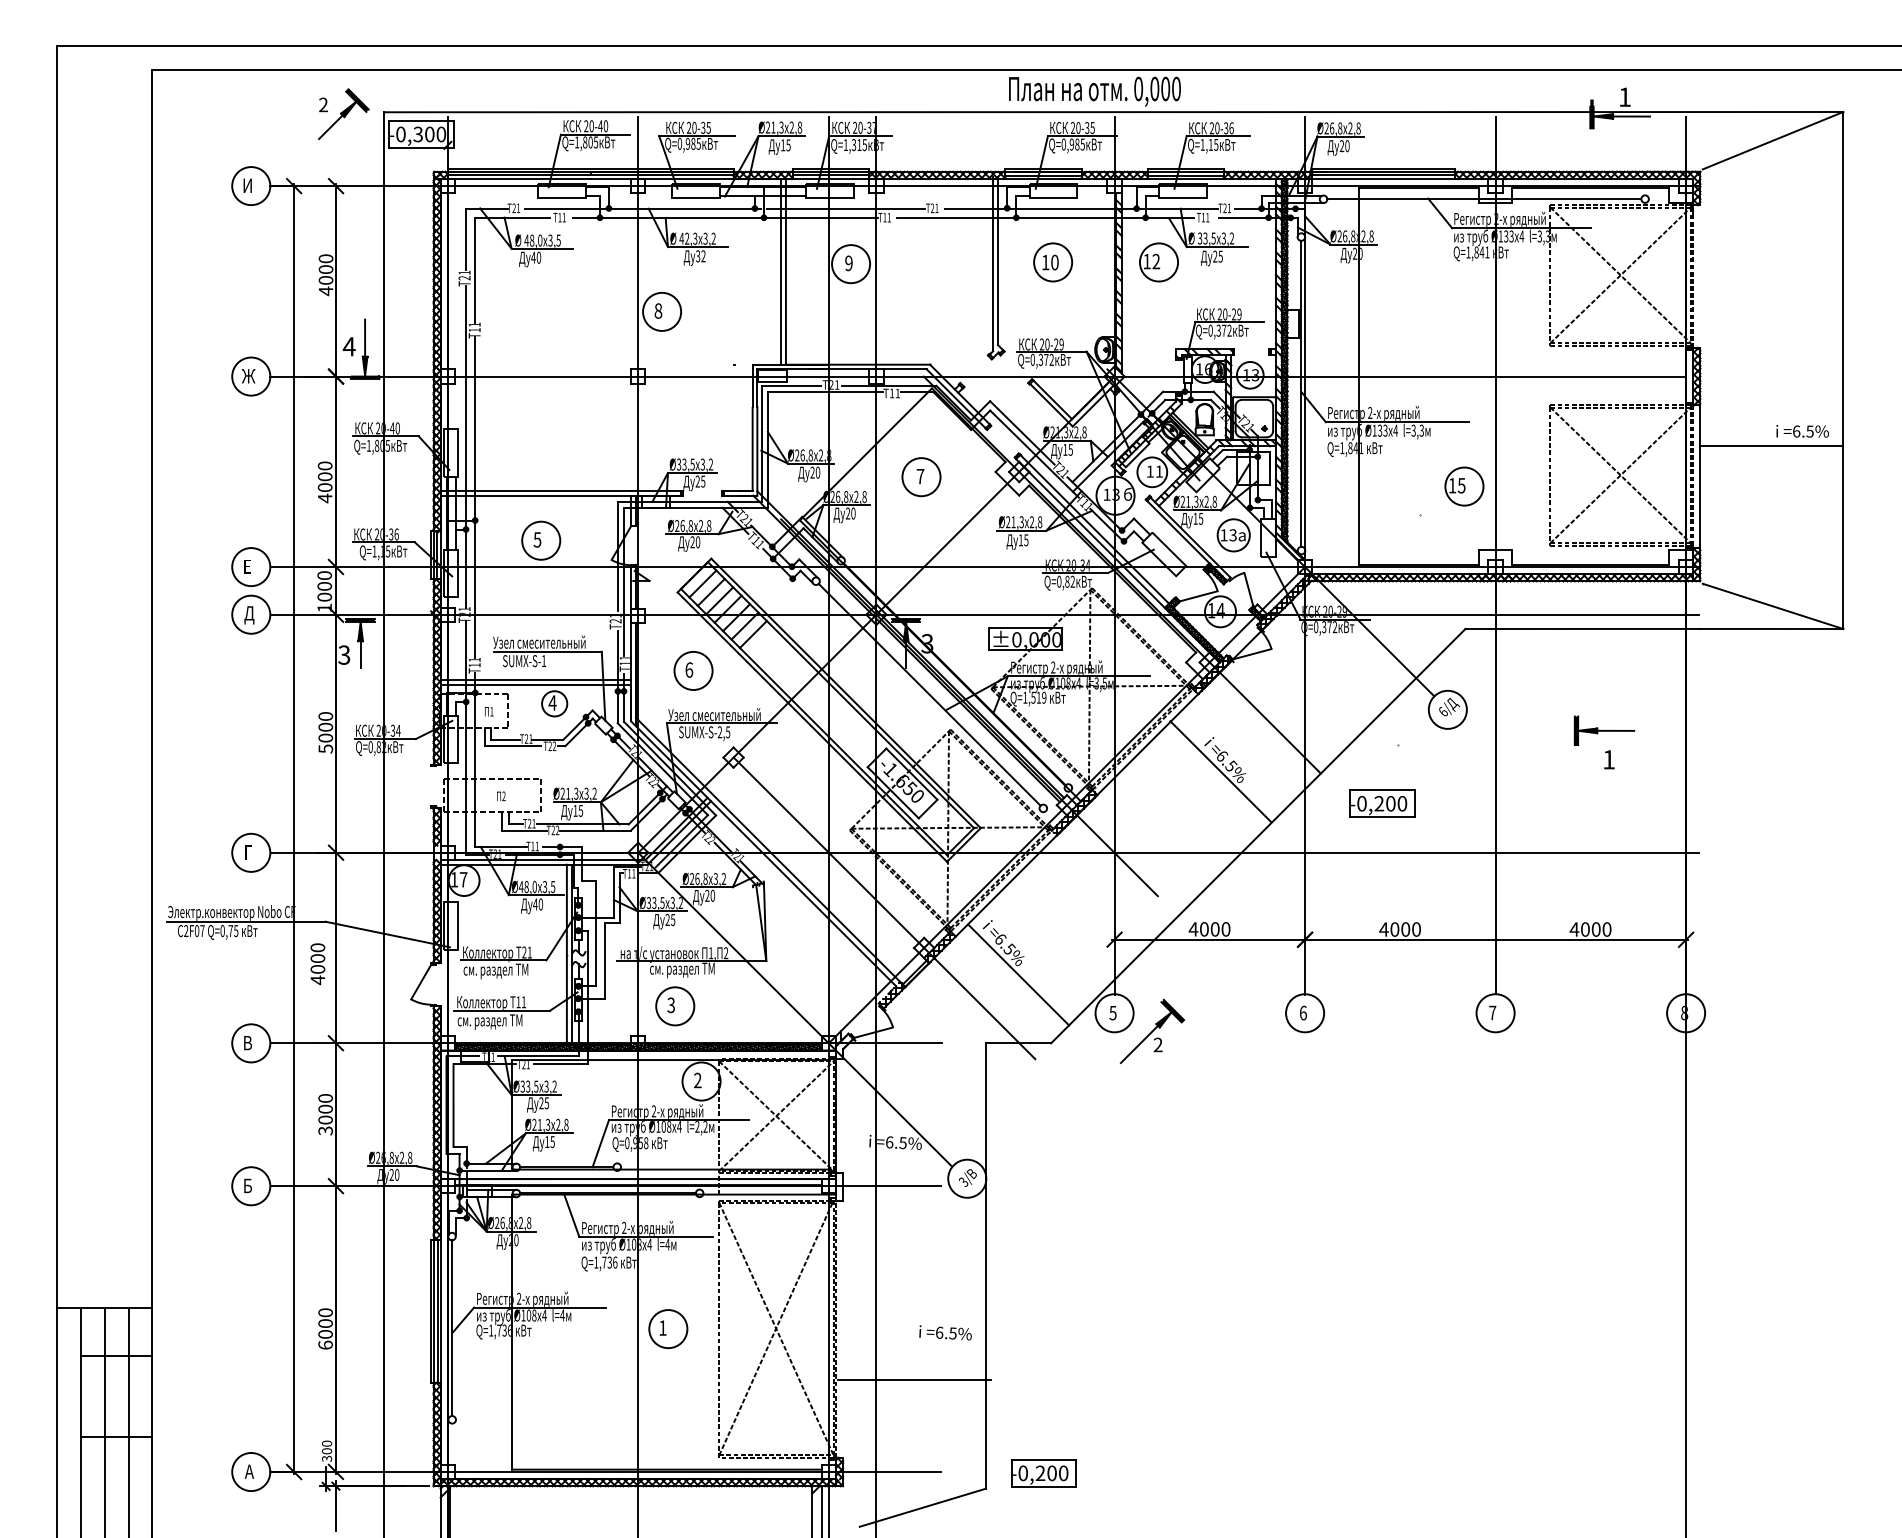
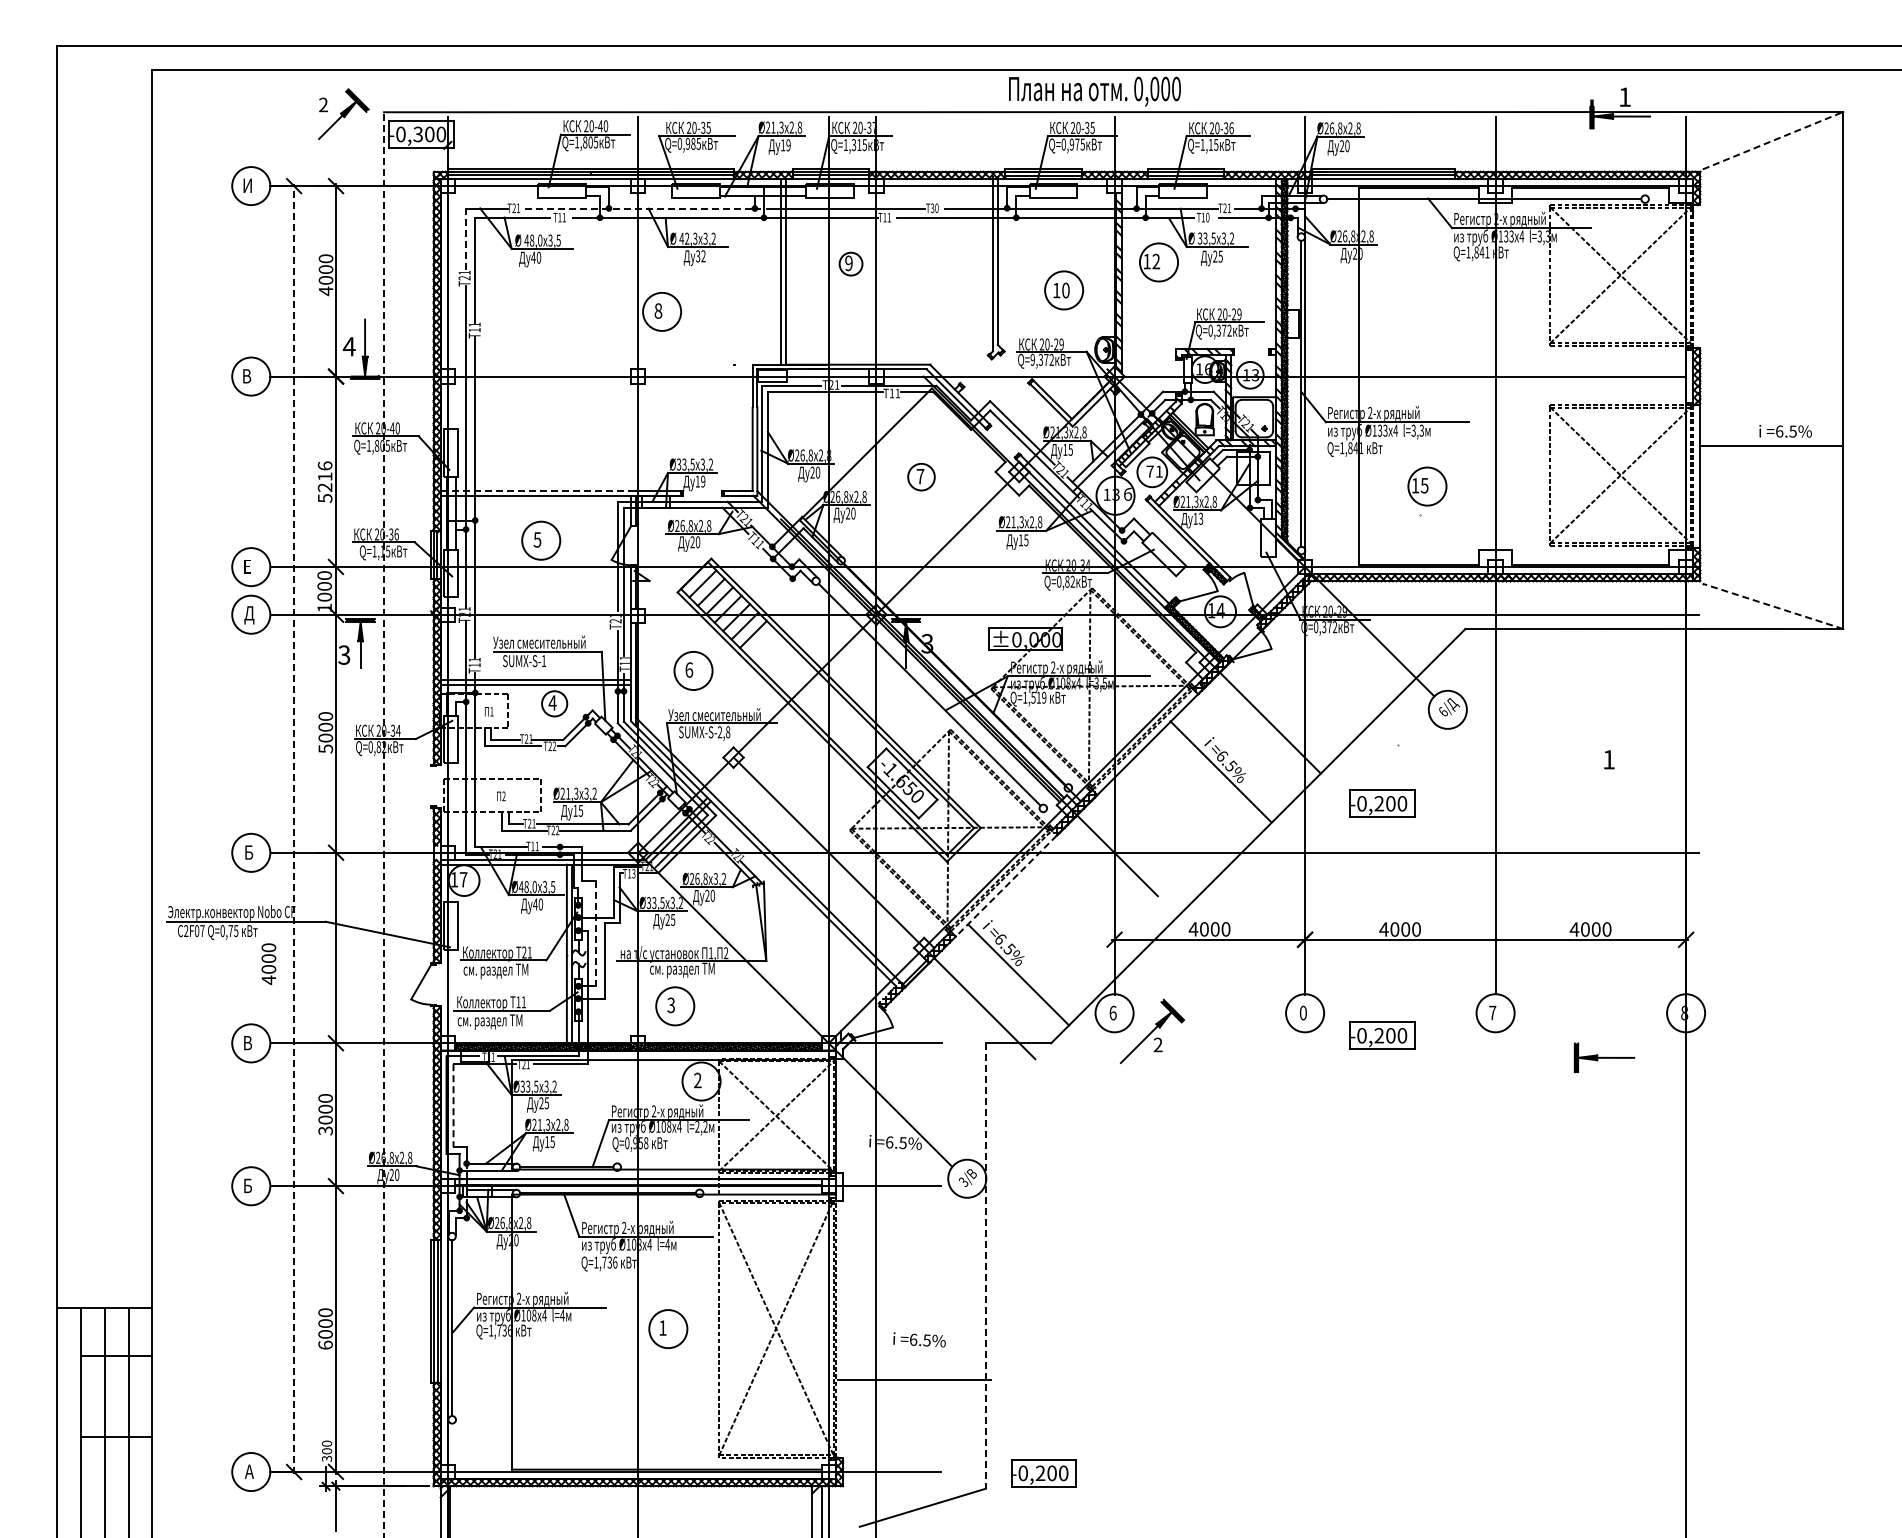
line at (1773, 140): solid -> dashed
text at (1077, 144): Q=0,985 -> Q=0,975
text at (788, 145): 15 -> 19
line at (643, 208): solid -> dashed
text at (934, 208): 21 -> 30
text at (1207, 217): 11 -> 10
line at (466, 239): solid -> dashed
part at (1053, 262) position: (1053, 262) -> (1064, 290)
circle at (851, 264) diameter: 38 px -> 23 px
text at (1032, 359): Q=0,372 -> Q=9,372
text at (248, 376): Ж -> В
text at (1802, 431) position: (1802, 431) -> (1785, 431)
text at (1149, 471): 11 -> 71
circle at (921, 477) diameter: 38 px -> 27 px
text at (700, 481): 25 -> 19
text at (324, 482): 4000 -> 5216
part at (1464, 486) position: (1464, 486) -> (1427, 486)
line at (536, 490): solid -> dashed
text at (1201, 517): 15 -> 13
part at (1233, 535): present -> none
line at (1773, 606): solid -> dashed
part at (1604, 730) position: (1604, 730) -> (1604, 1057)
text at (728, 731): SUMX-S-2,5 -> SUMX-S-2,8
line at (384, 824): solid -> dashed
line at (294, 828): solid -> dashed
text at (249, 852): Г -> Б
text at (633, 873): 11 -> 13
line at (1005, 886): solid -> dashed
line at (596, 933): solid -> dashed
text at (317, 964) position: (317, 964) -> (268, 964)
text at (1112, 1012): 5 -> 6
text at (1302, 1012): 6 -> 0
part at (1382, 1035): none -> present
line at (453, 1106): solid -> dashed
line at (985, 1266): solid -> dashed
text at (945, 1332) position: (945, 1332) -> (919, 1339)
